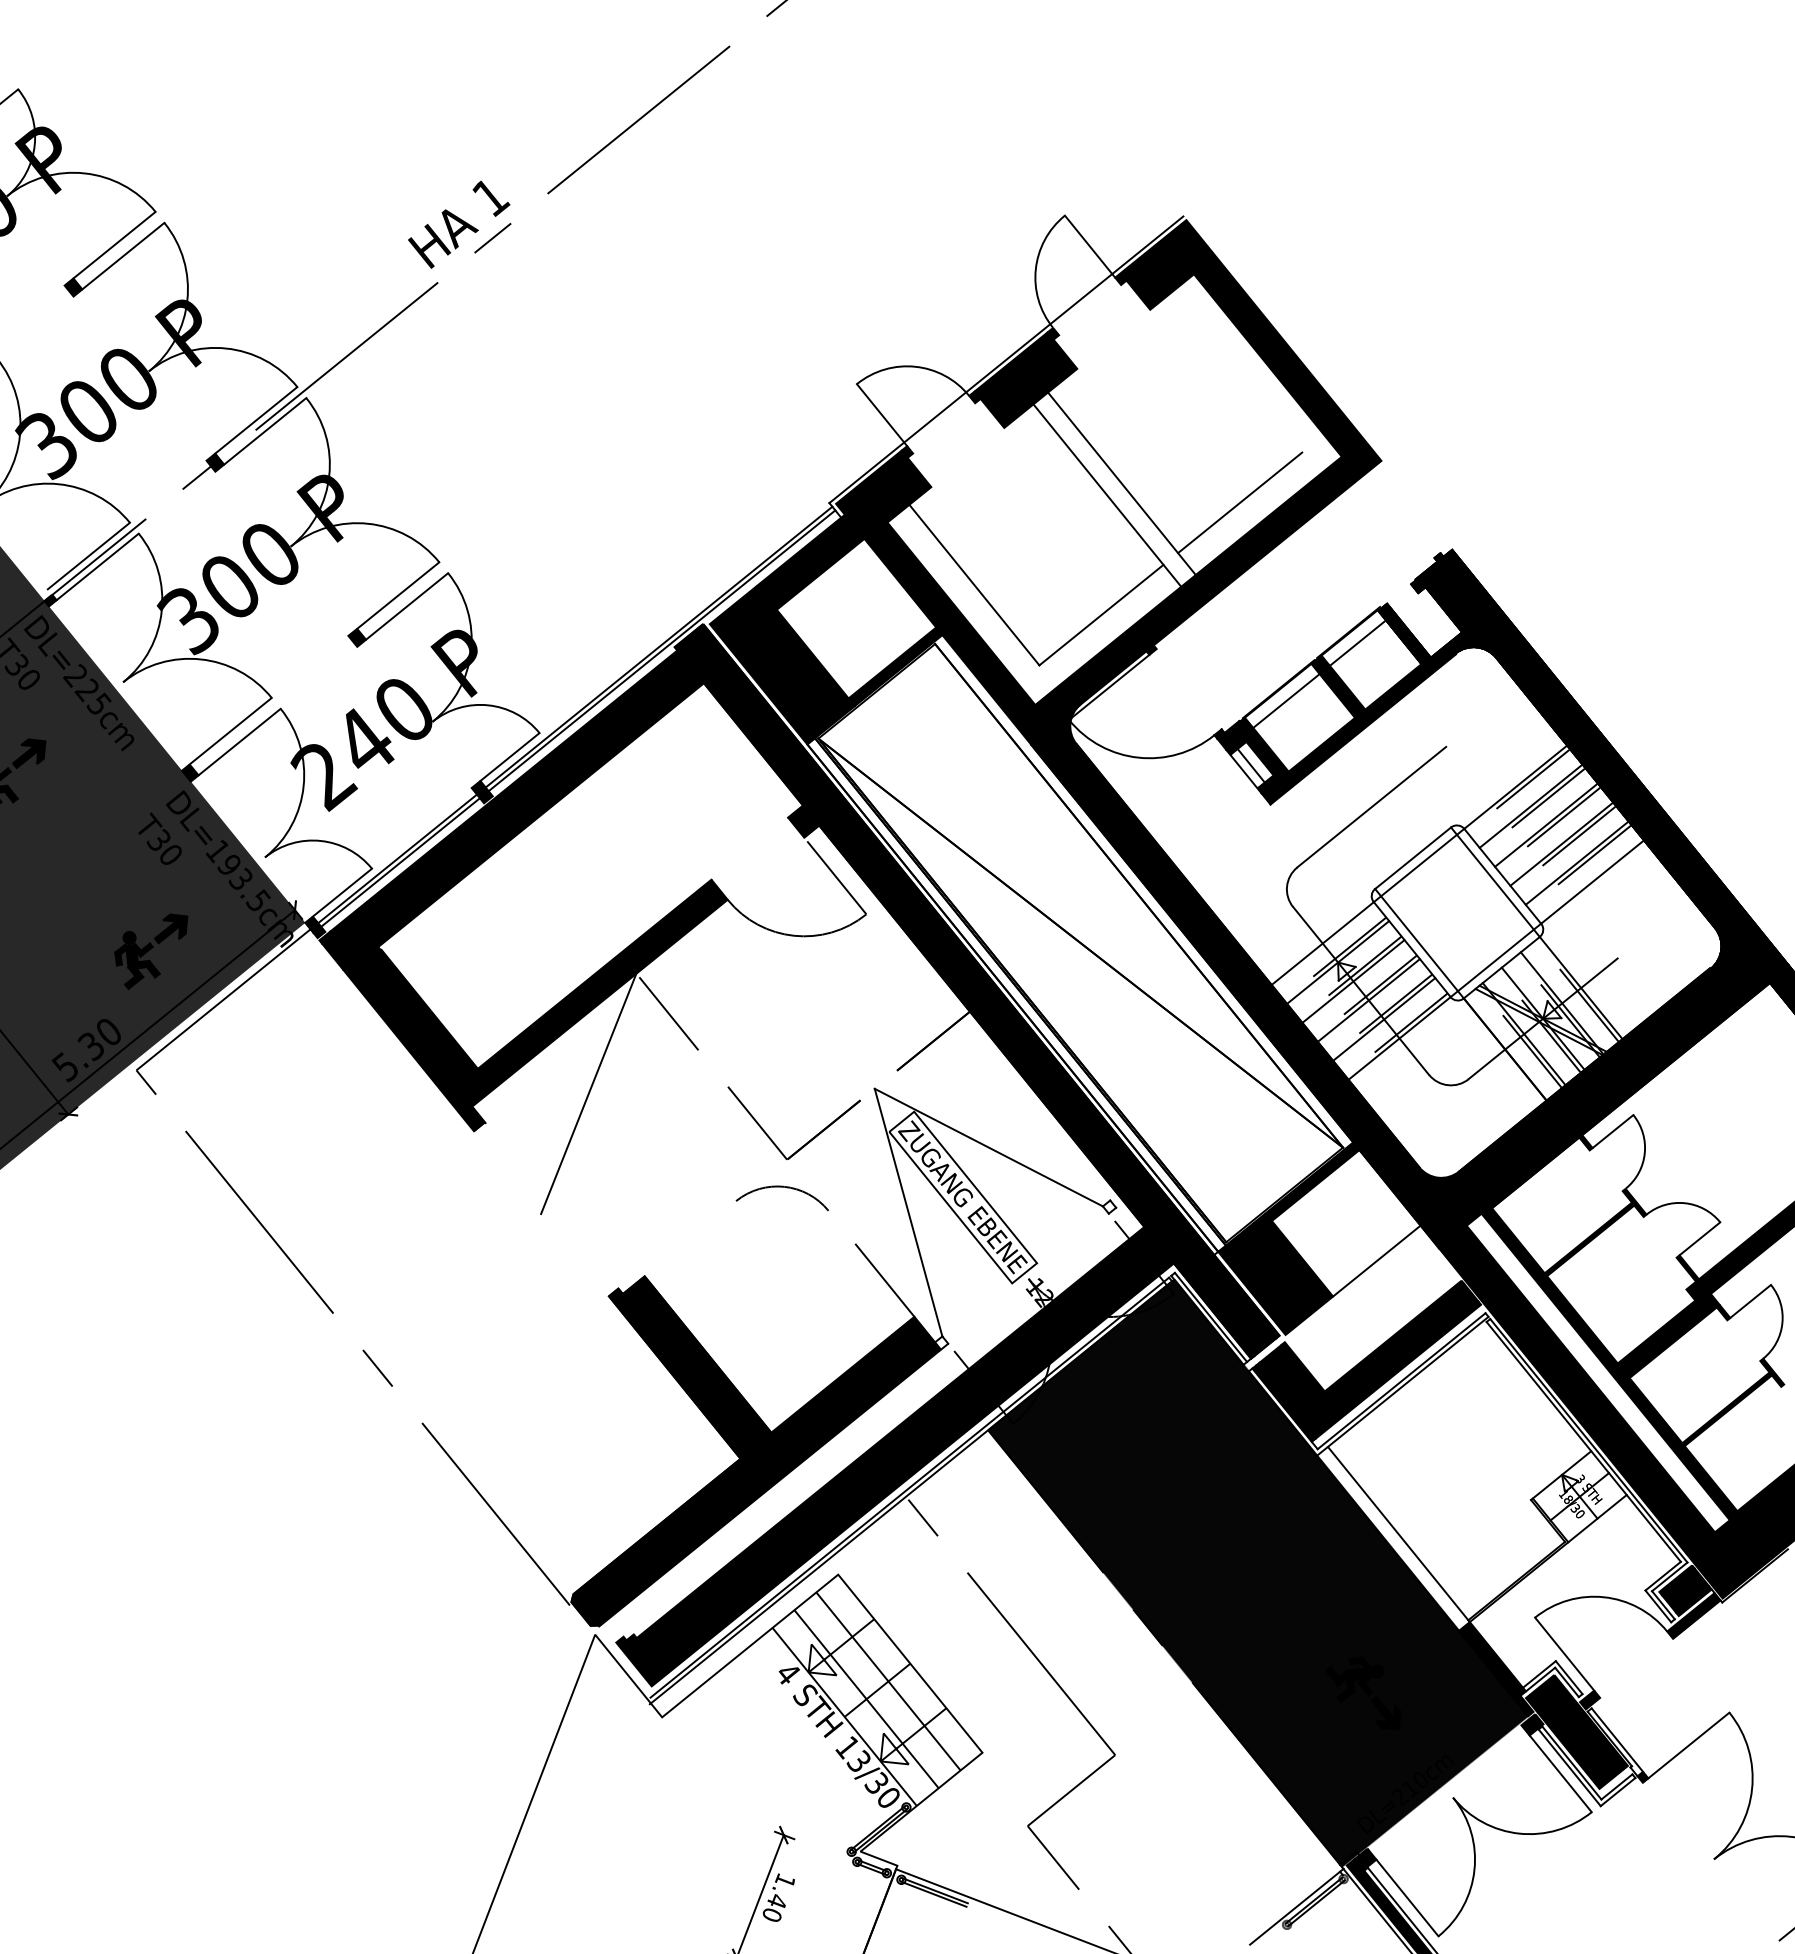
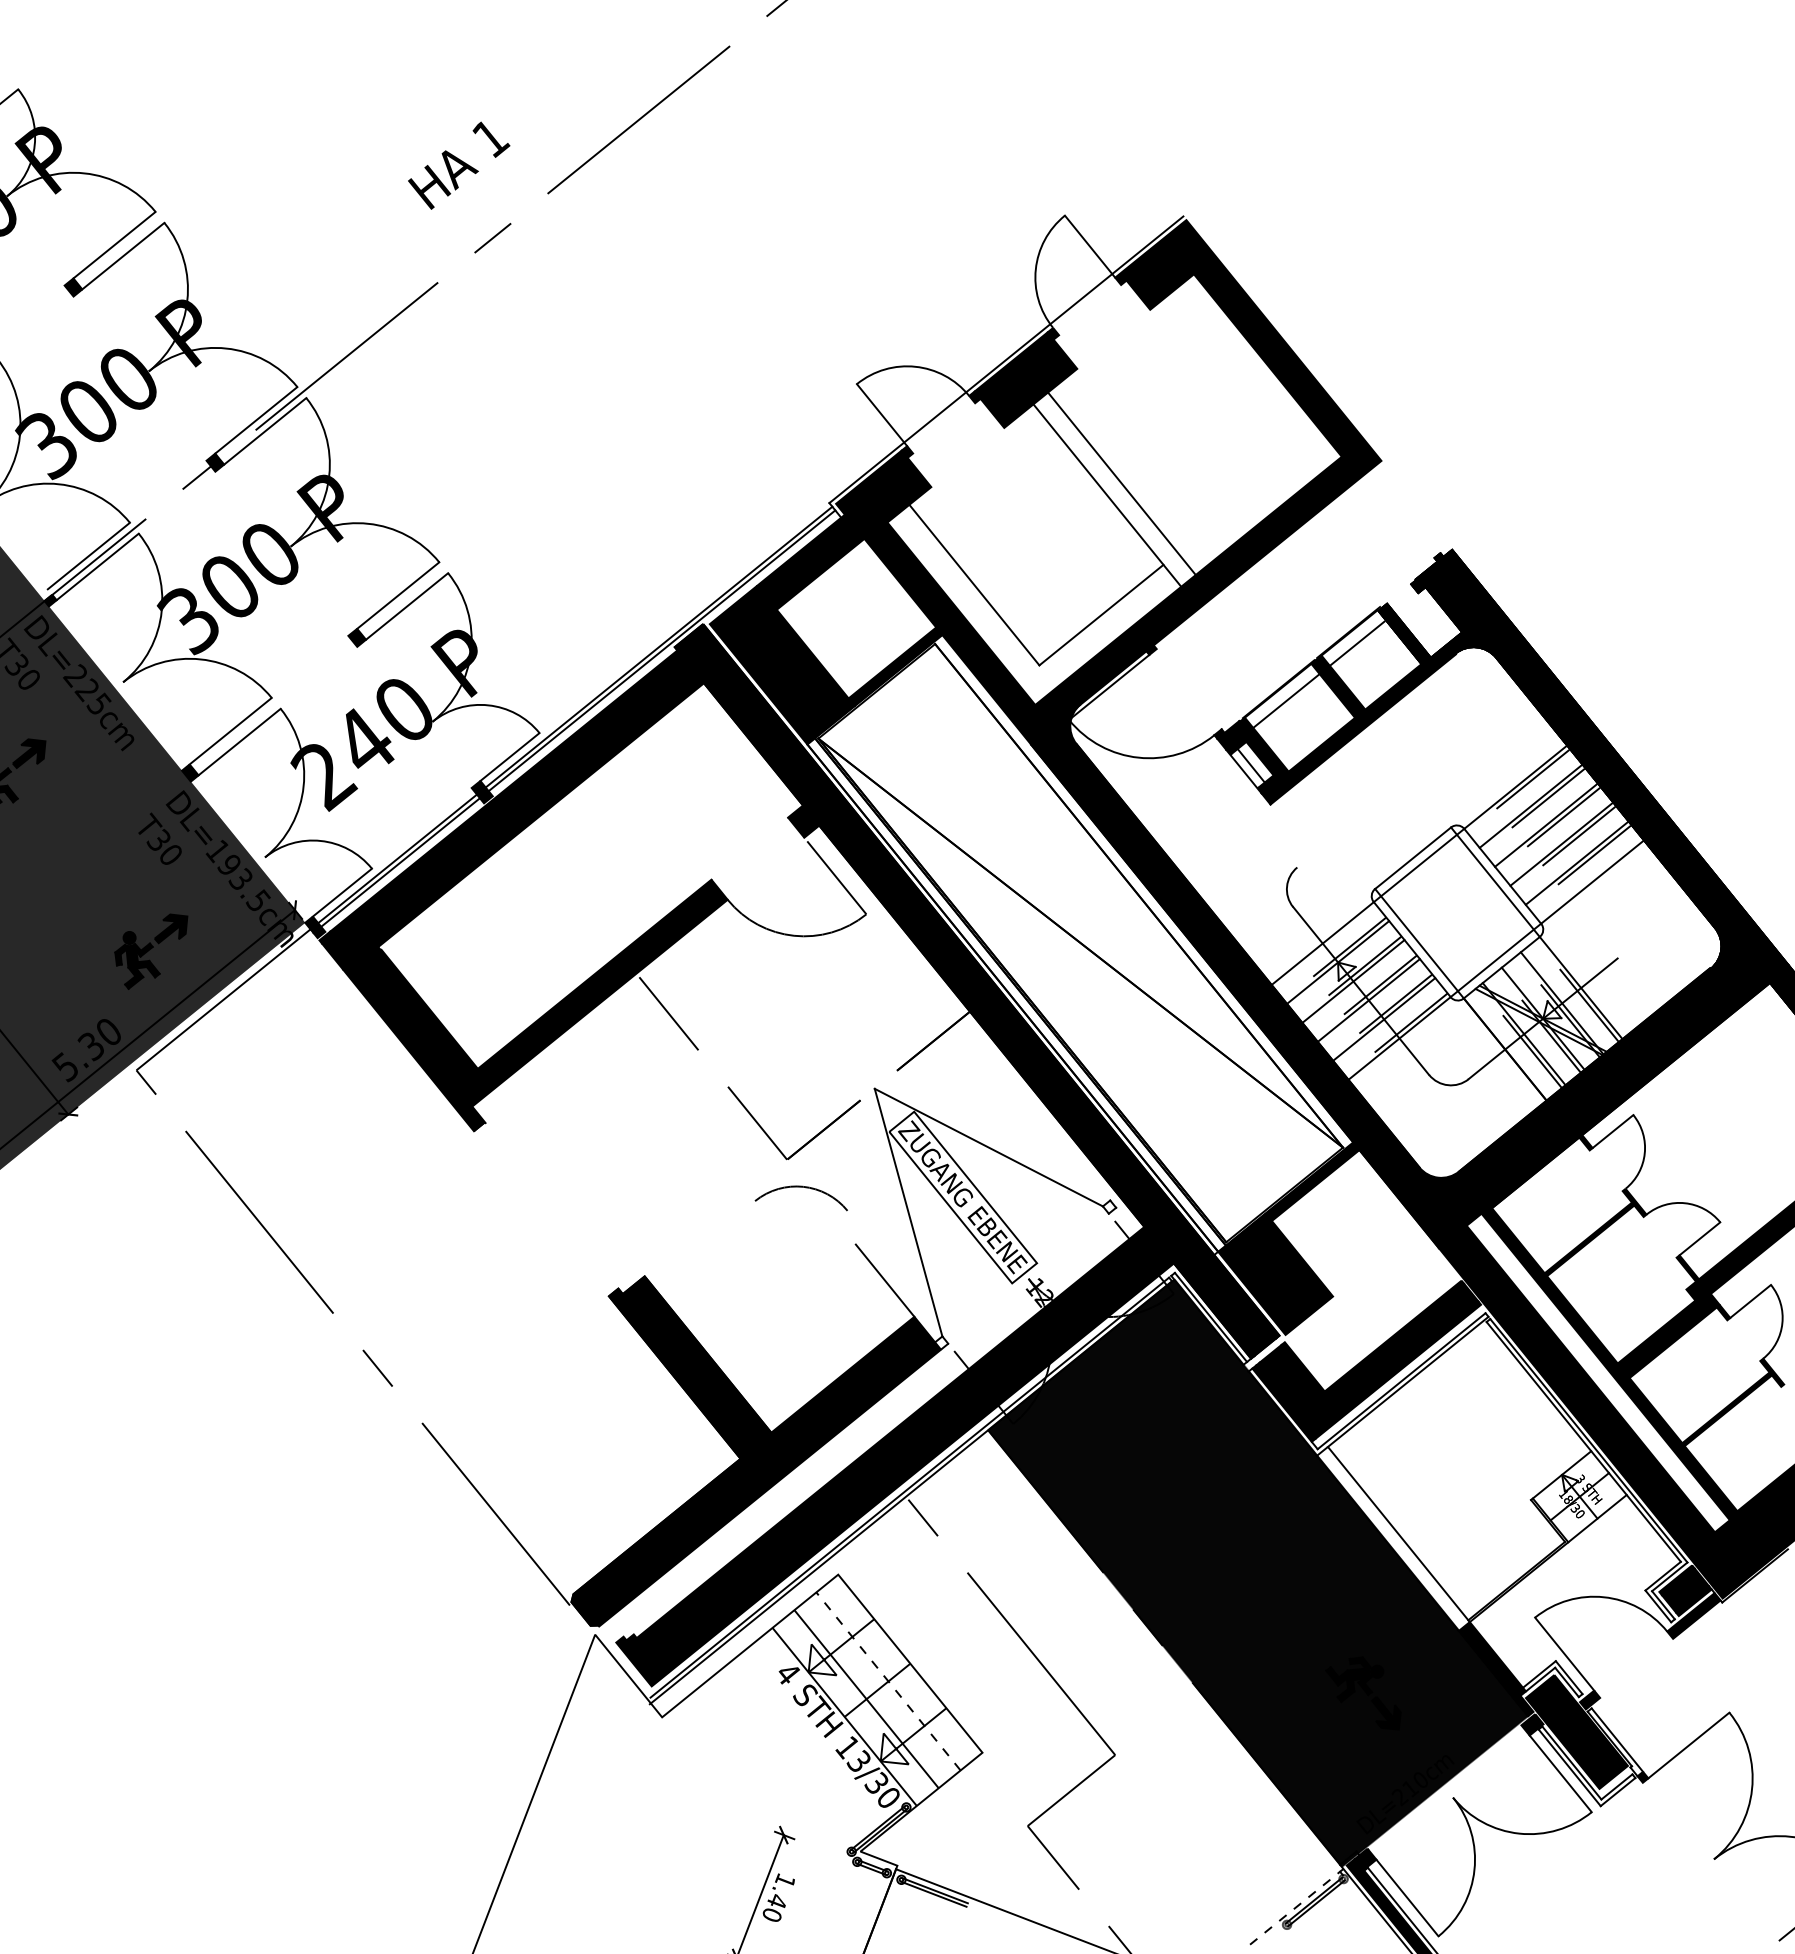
text at (459, 224) position: (459, 224) -> (459, 165)
line at (1240, 502): present -> none
line at (1371, 806): present -> none
line at (588, 1093): present -> none
arc at (781, 1187) position: (781, 1187) -> (800, 1187)
line at (1376, 1260): present -> none
line at (888, 1681): solid -> dashed
line at (1297, 1906): solid -> dashed
